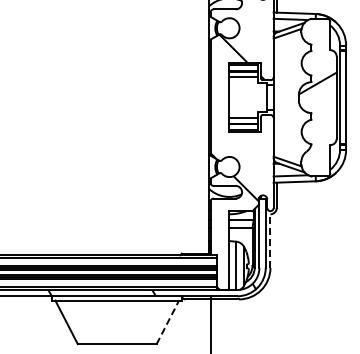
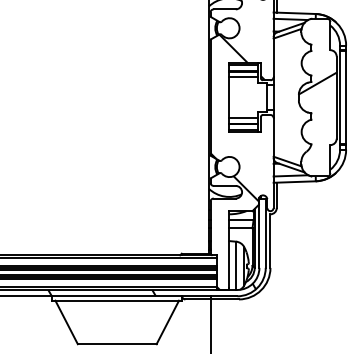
line at (270, 241): dashed -> solid
line at (168, 322): dashed -> solid
